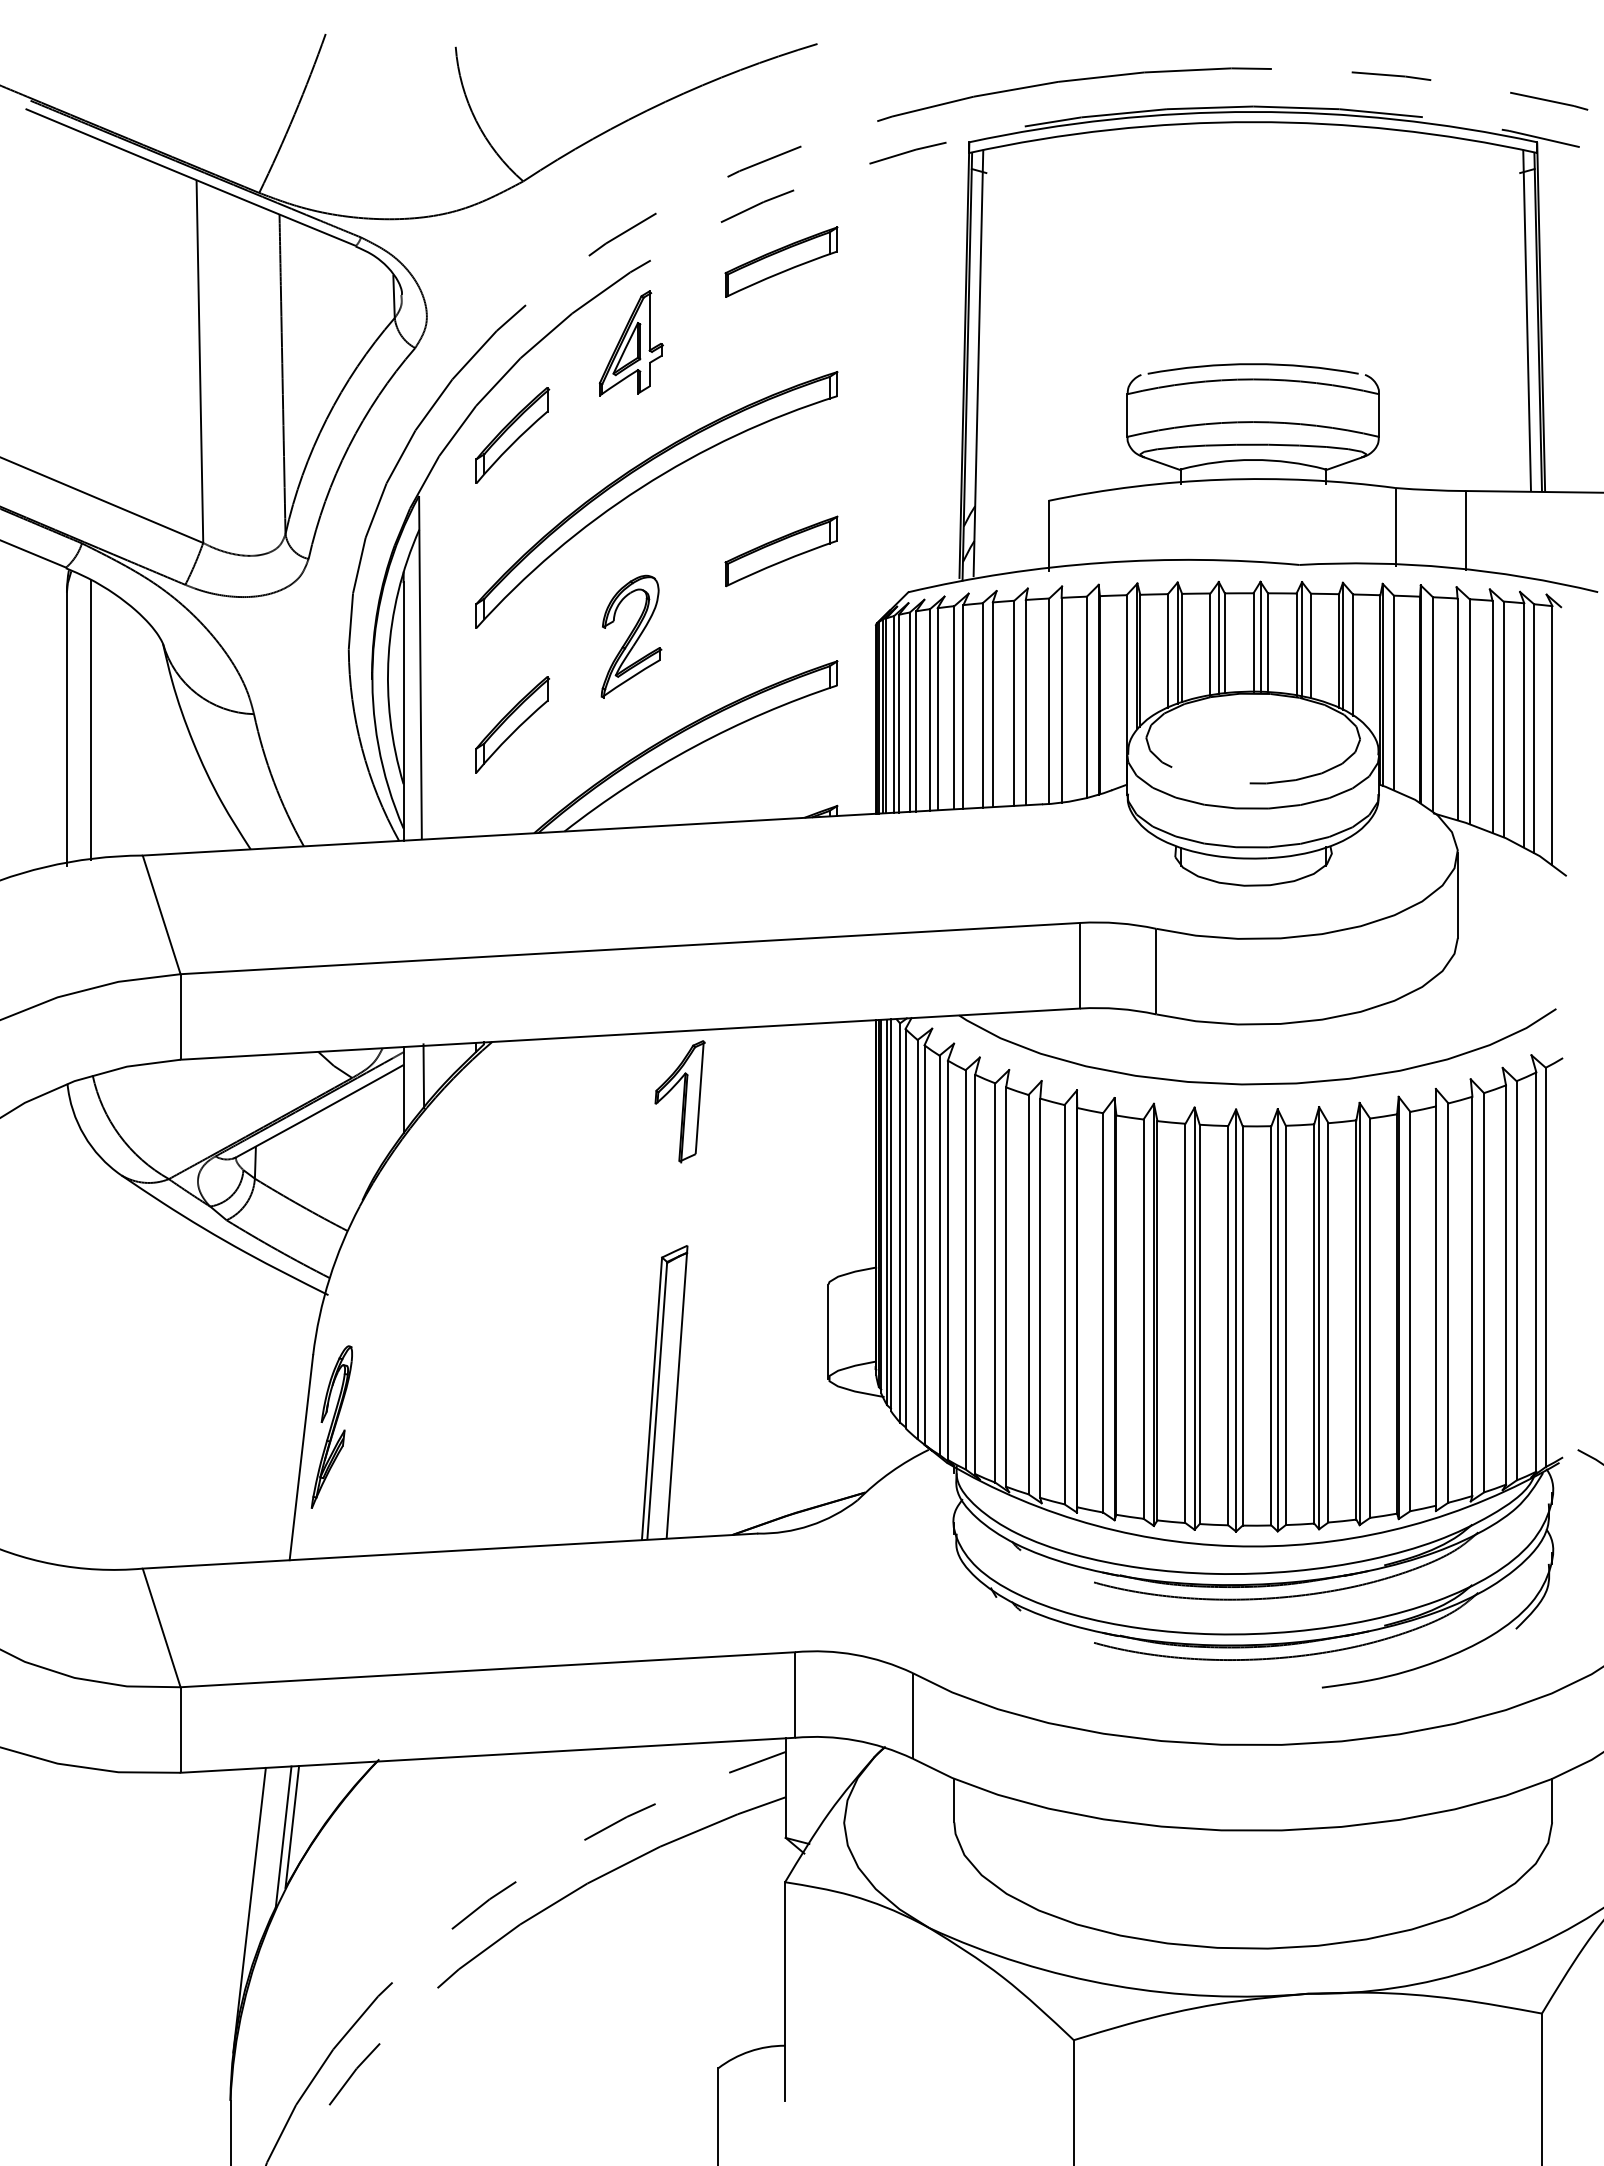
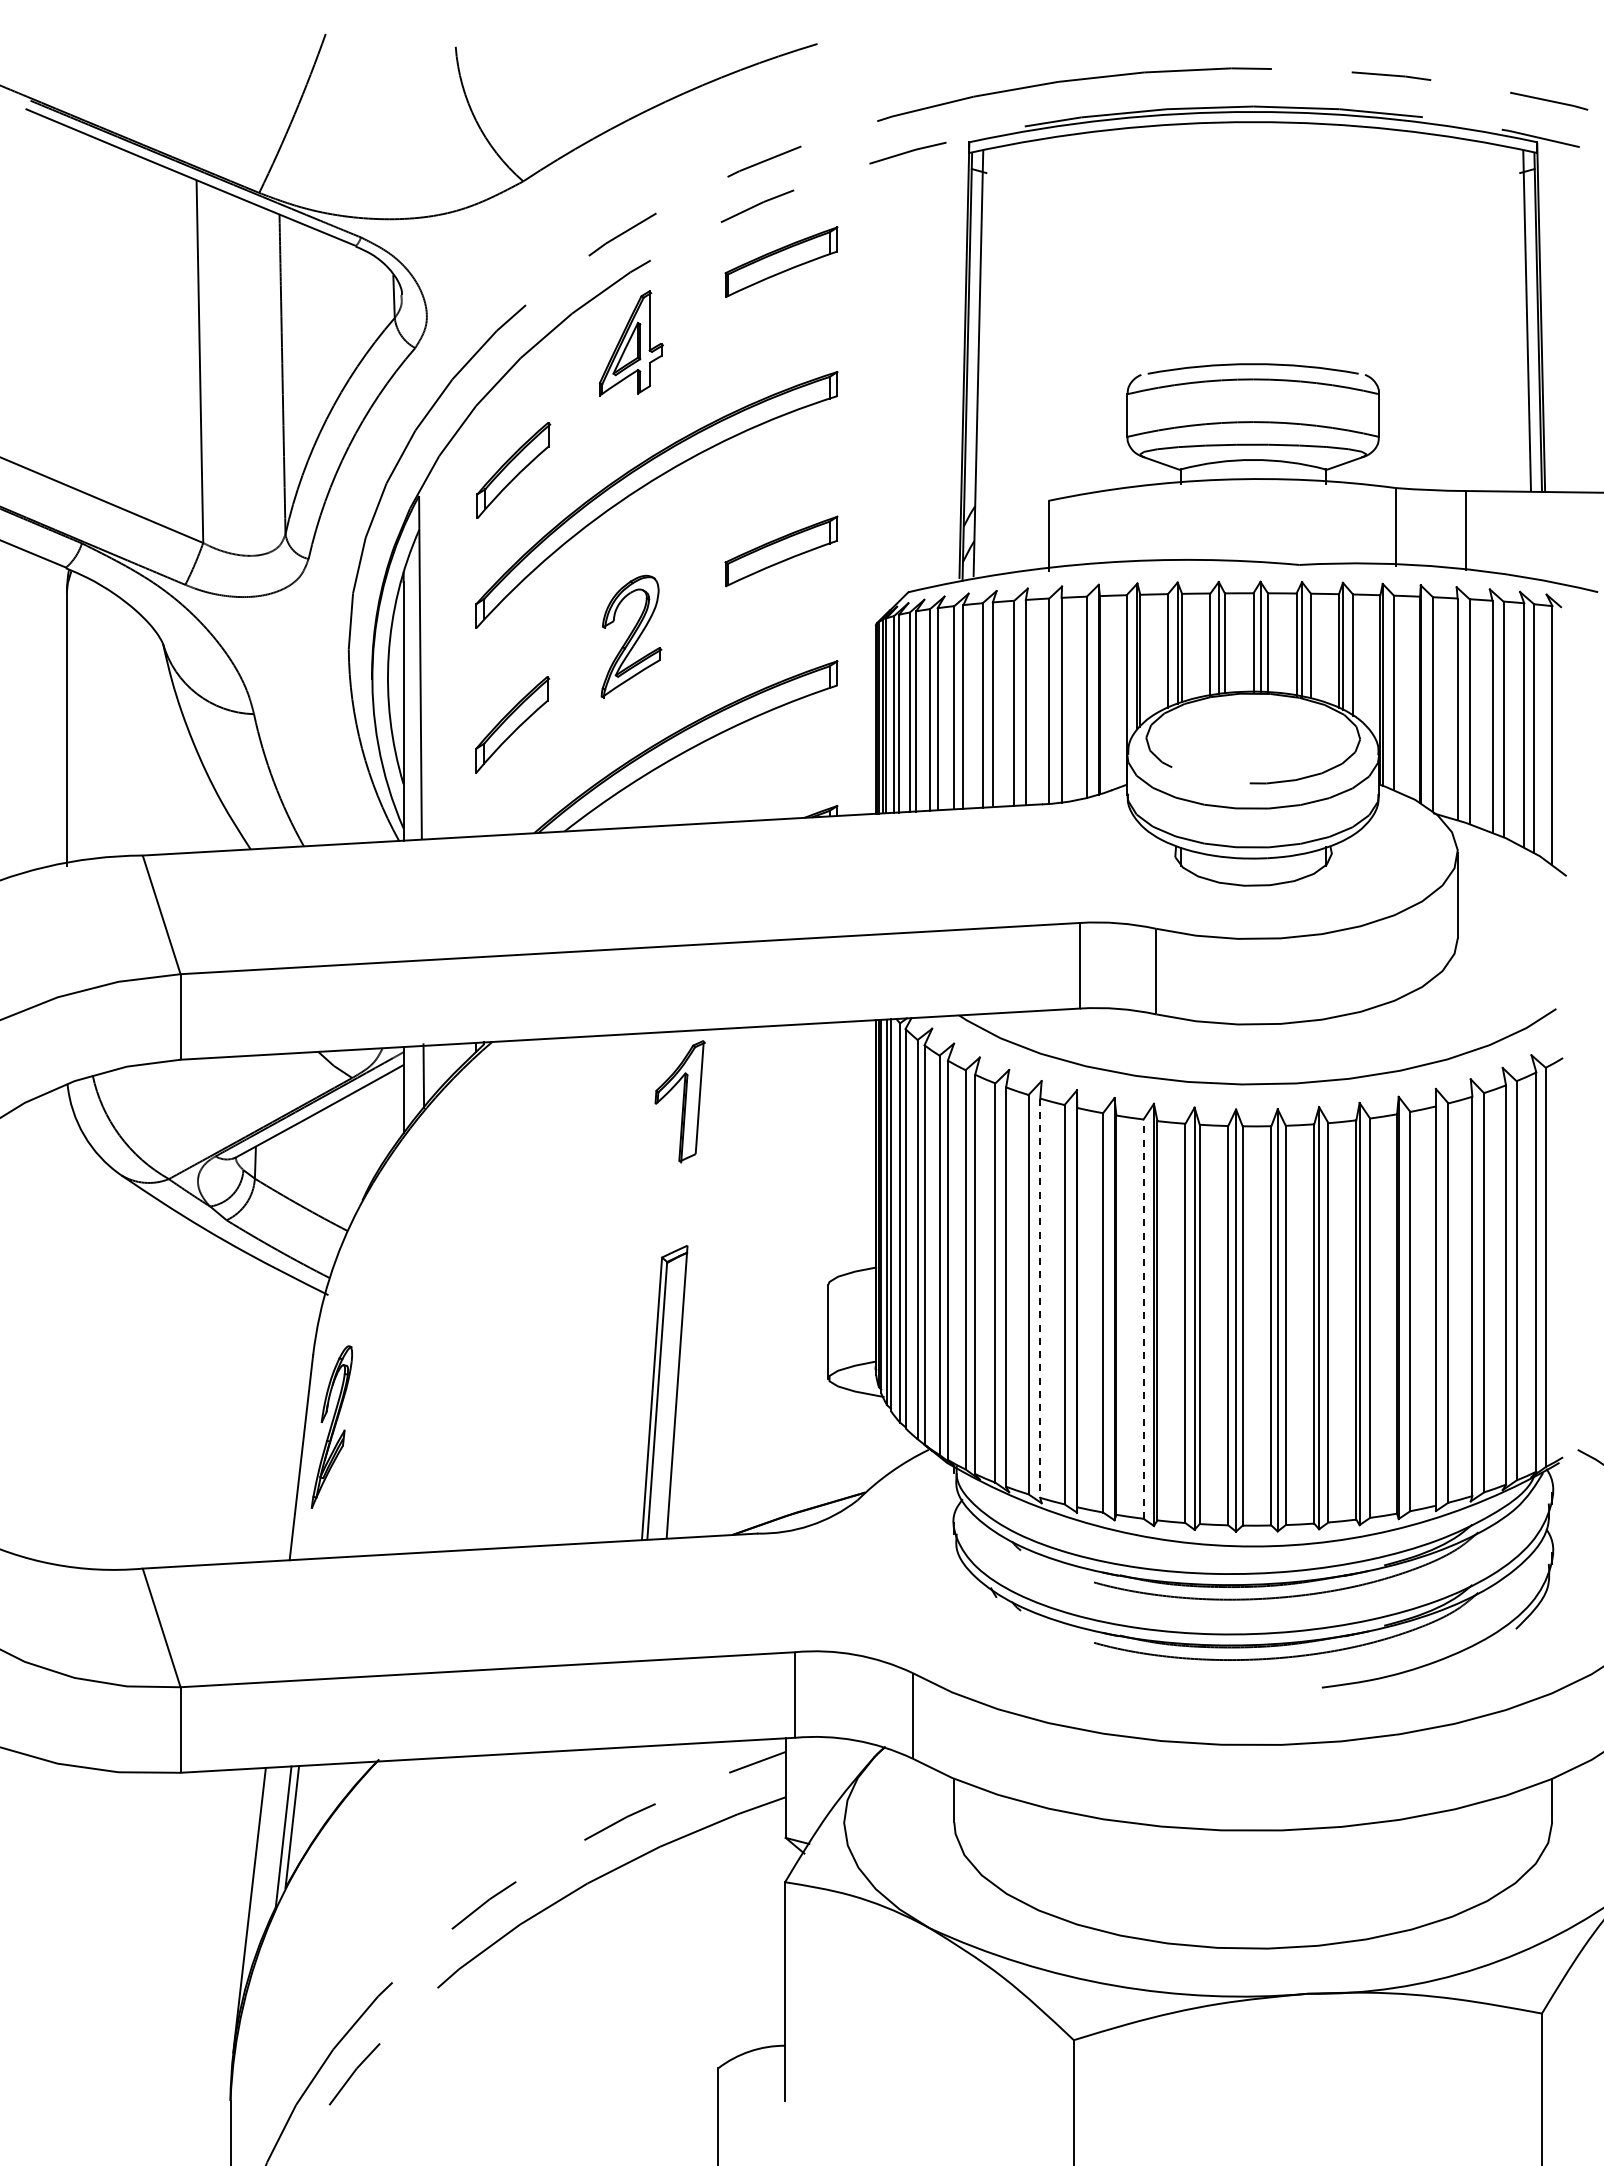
part at (512, 435) position: (512, 435) -> (513, 470)
line at (90, 720): present -> none
line at (1040, 1298): solid -> dashed
line at (1143, 1319): solid -> dashed
